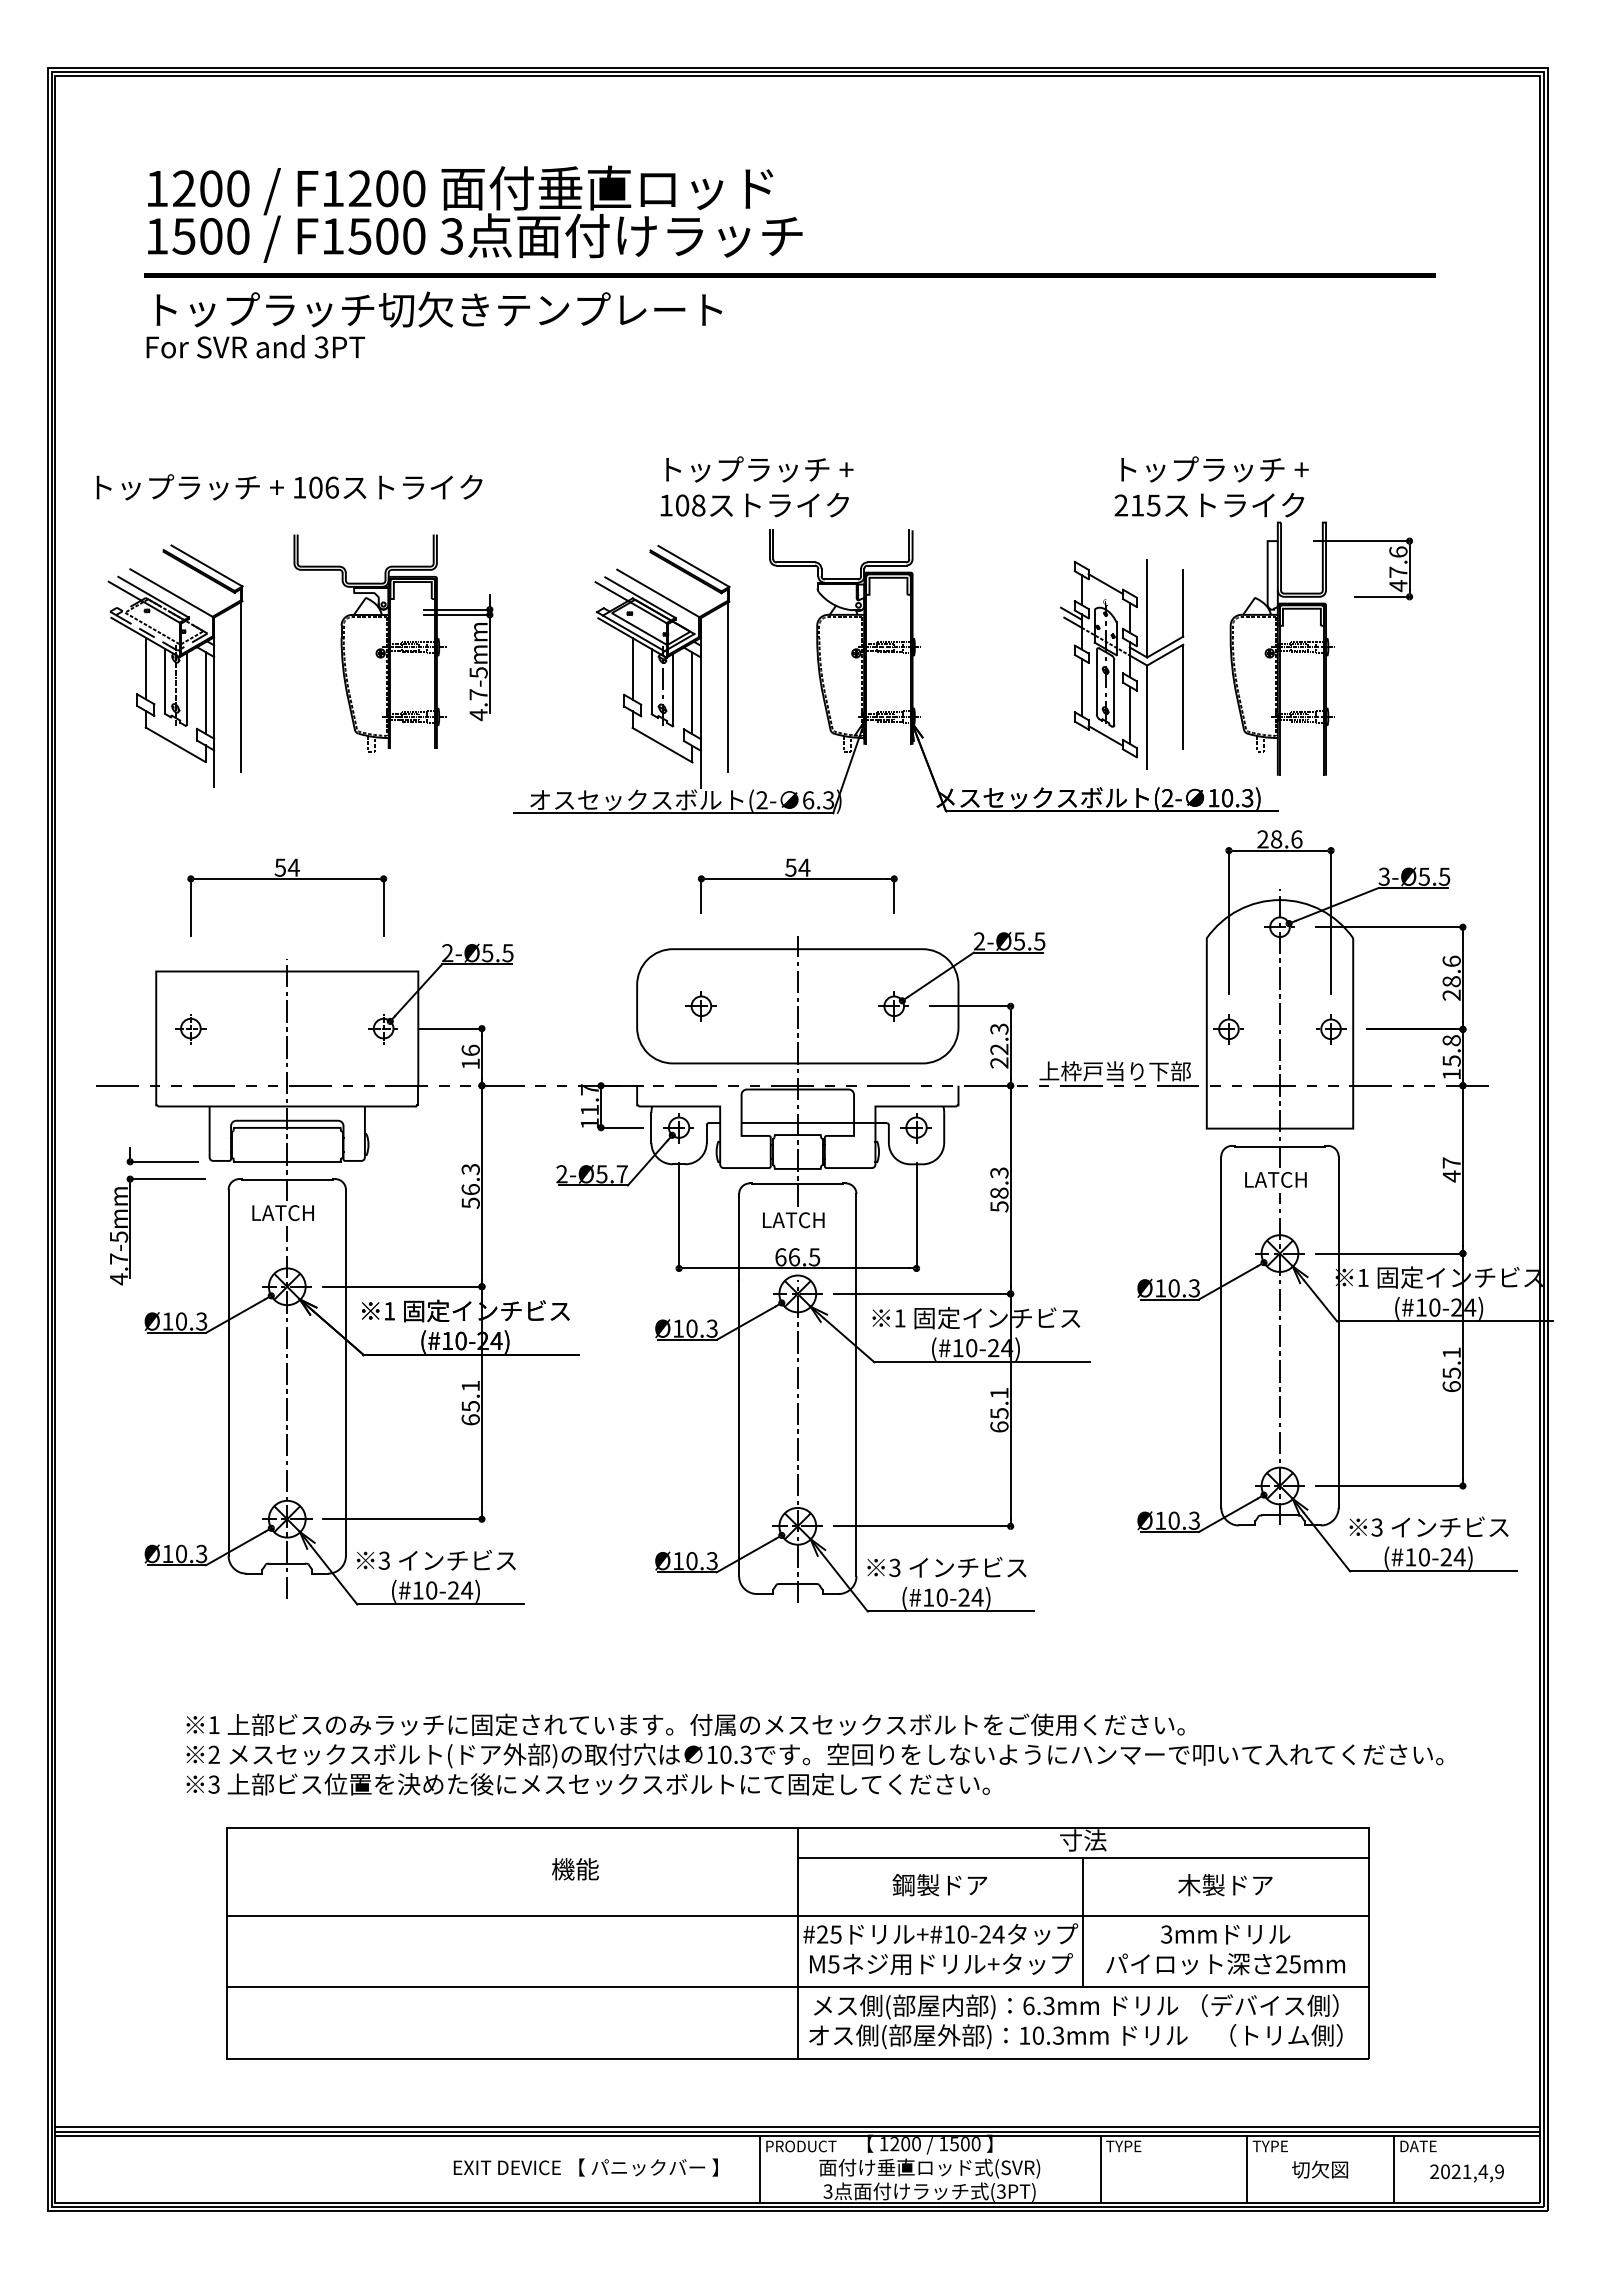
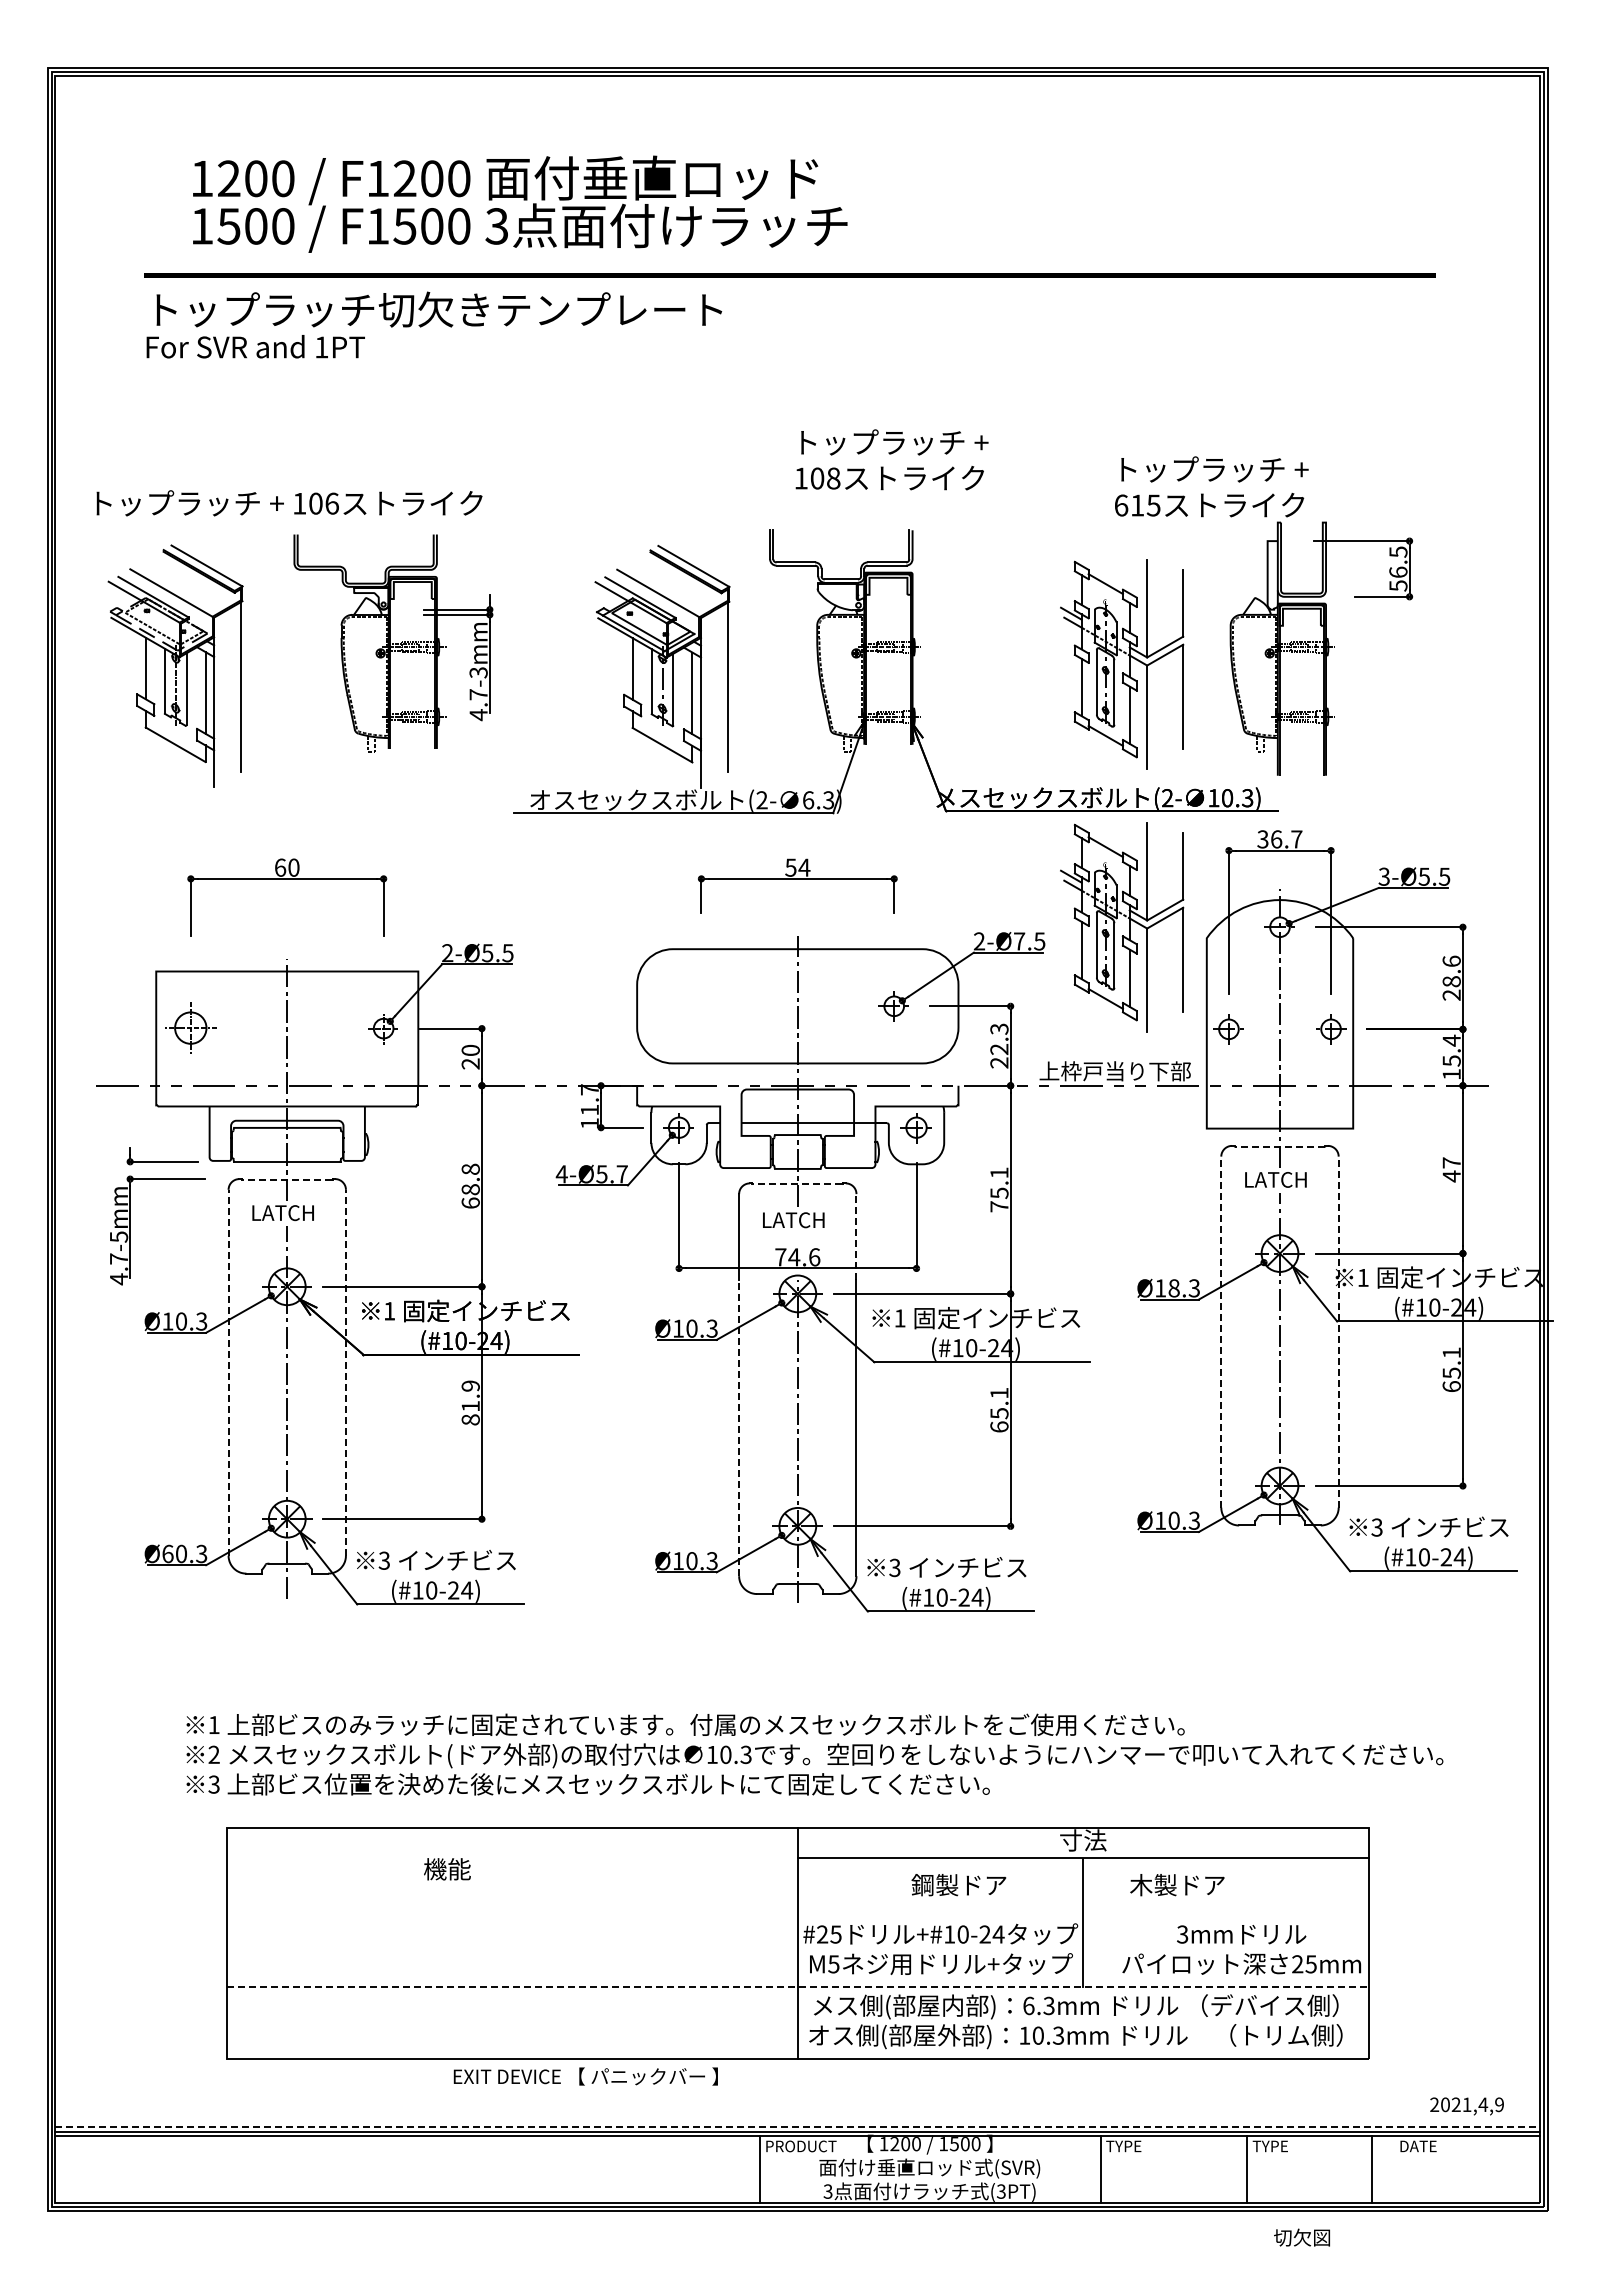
text at (475, 213) position: (475, 213) -> (520, 203)
text at (321, 347): 3PT -> 1PT
text at (756, 486) position: (756, 486) -> (891, 459)
text at (289, 487) position: (289, 487) -> (289, 503)
text at (1121, 505): 215 -> 615
text at (1398, 569): 47.6 -> 56.5
text at (478, 672): 4.7-5mm -> 4.7-3mm
text at (1279, 839): 28.6 -> 36.7
text at (286, 867): 54 -> 60
part at (1122, 927): none -> present
text at (1019, 941): 2-Ø5.5 -> 2-Ø7.5
part at (700, 1006): present -> none
part at (190, 1029) size: 32x31 px -> 52x52 px
text at (1451, 1040): 15.8 -> 15.4
text at (470, 1056): 16 -> 20
line at (1280, 1146): solid -> dashed
text at (561, 1174): 2-Ø5.7 -> 4-Ø5.7
line at (287, 1179): solid -> dashed
line at (797, 1184): solid -> dashed
text at (470, 1185): 56.3 -> 68.8
text at (999, 1189): 58.3 -> 75.1
line at (856, 1237): solid -> dashed
text at (797, 1257): 66.5 -> 74.6
text at (1173, 1288): Ø10.3 -> Ø18.3
line at (1221, 1332): solid -> dashed
line at (1338, 1332): solid -> dashed
line at (228, 1372): solid -> dashed
line at (345, 1372): solid -> dashed
text at (470, 1402): 65.1 -> 81.9
line at (739, 1427): solid -> dashed
text at (167, 1553): Ø10.3 -> Ø60.3
text at (575, 1869) position: (575, 1869) -> (447, 1869)
text at (939, 1885) position: (939, 1885) -> (958, 1885)
text at (1225, 1885) position: (1225, 1885) -> (1177, 1885)
line at (797, 1916): present -> none
text at (1225, 1950) position: (1225, 1950) -> (1241, 1950)
line at (797, 1987): solid -> dashed
line at (797, 2127): solid -> dashed
text at (585, 2167) position: (585, 2167) -> (585, 2076)
text at (1319, 2169) position: (1319, 2169) -> (1301, 2237)
line at (1393, 2169) position: (1393, 2169) -> (1371, 2169)
text at (1466, 2173) position: (1466, 2173) -> (1466, 2106)
